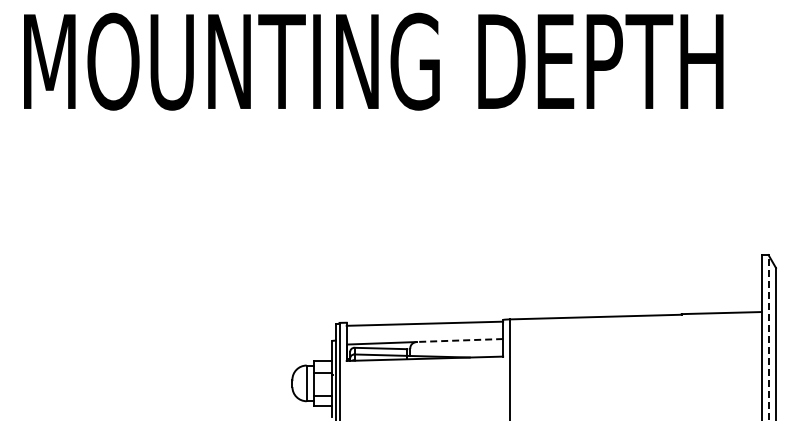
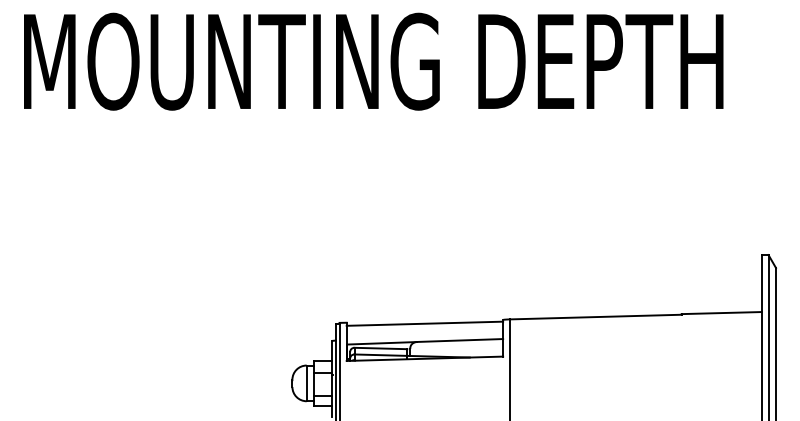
line at (768, 337): dashed -> solid
line at (460, 340): dashed -> solid
